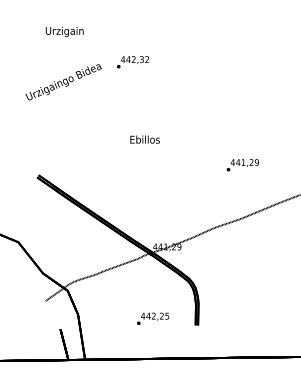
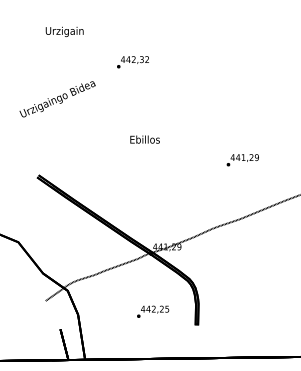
text at (63, 82) position: (63, 82) -> (57, 99)
text at (242, 165) position: (242, 165) -> (242, 160)
text at (153, 318) position: (153, 318) -> (153, 311)
